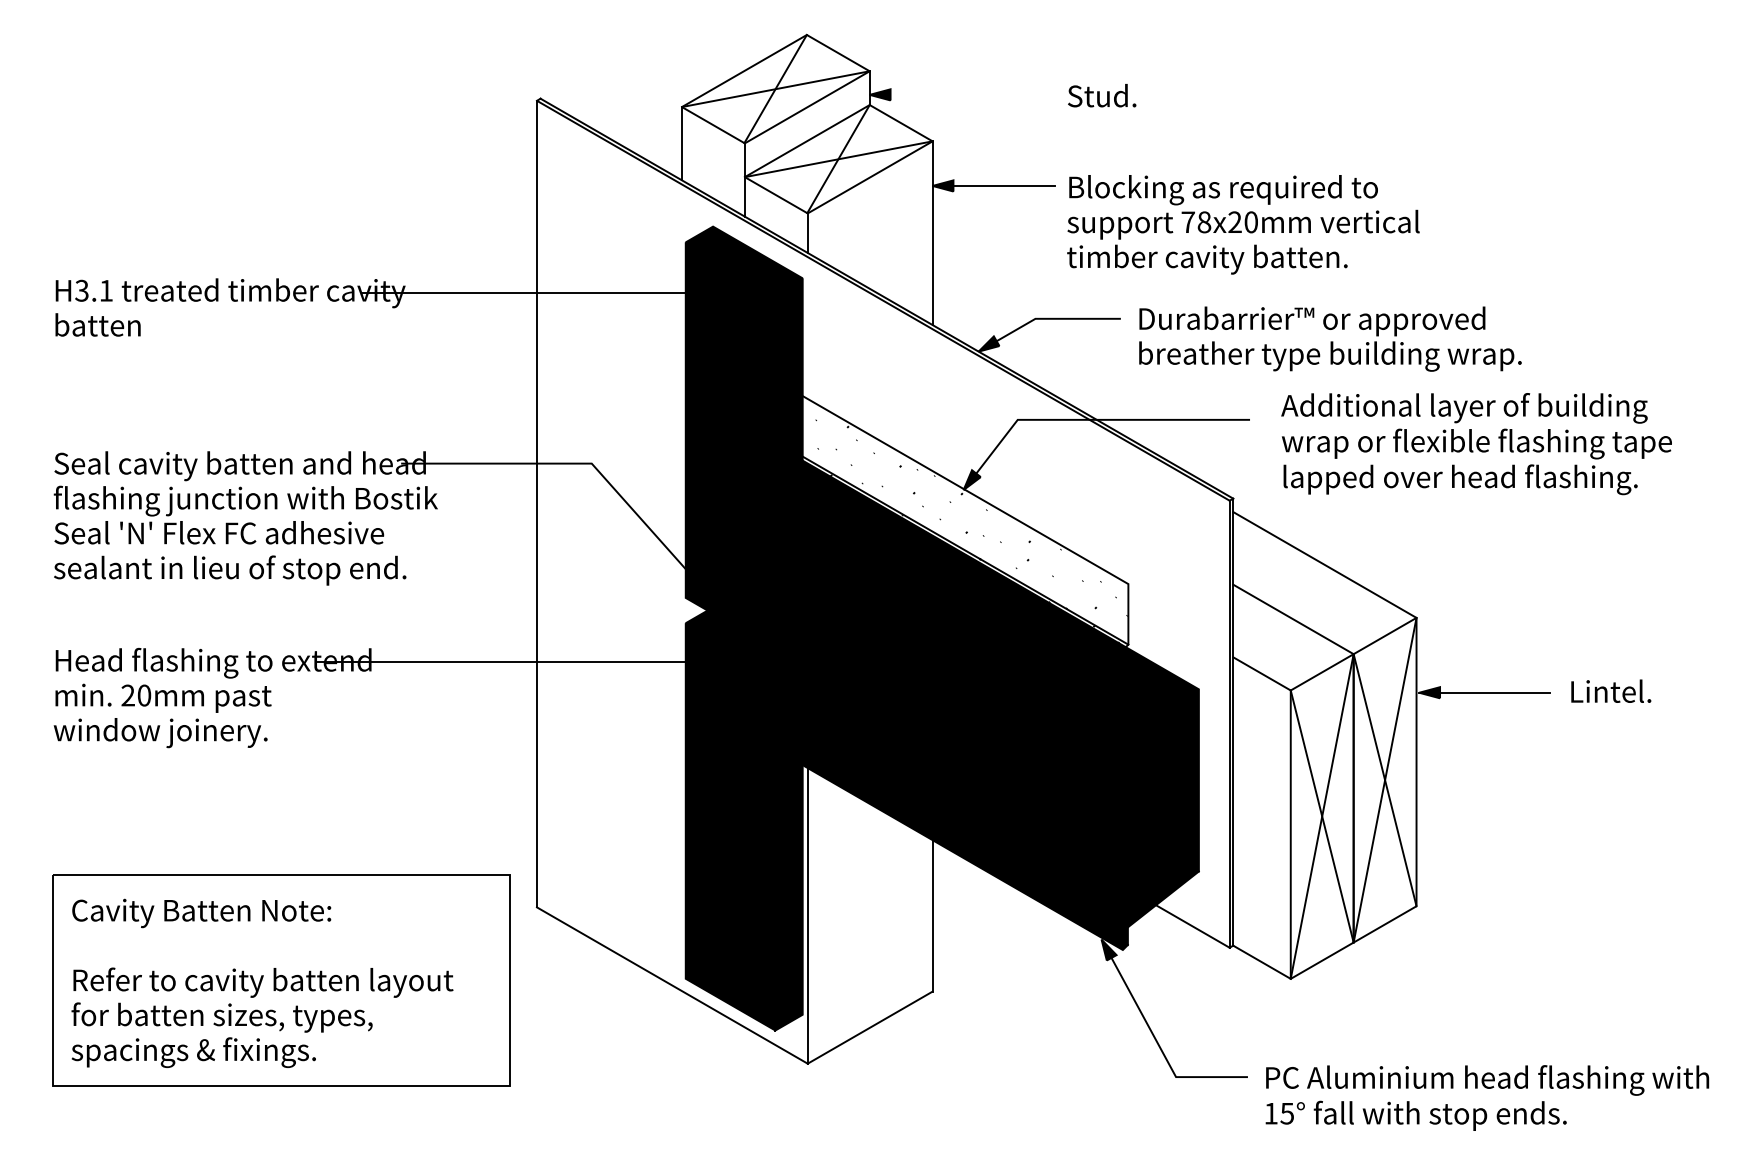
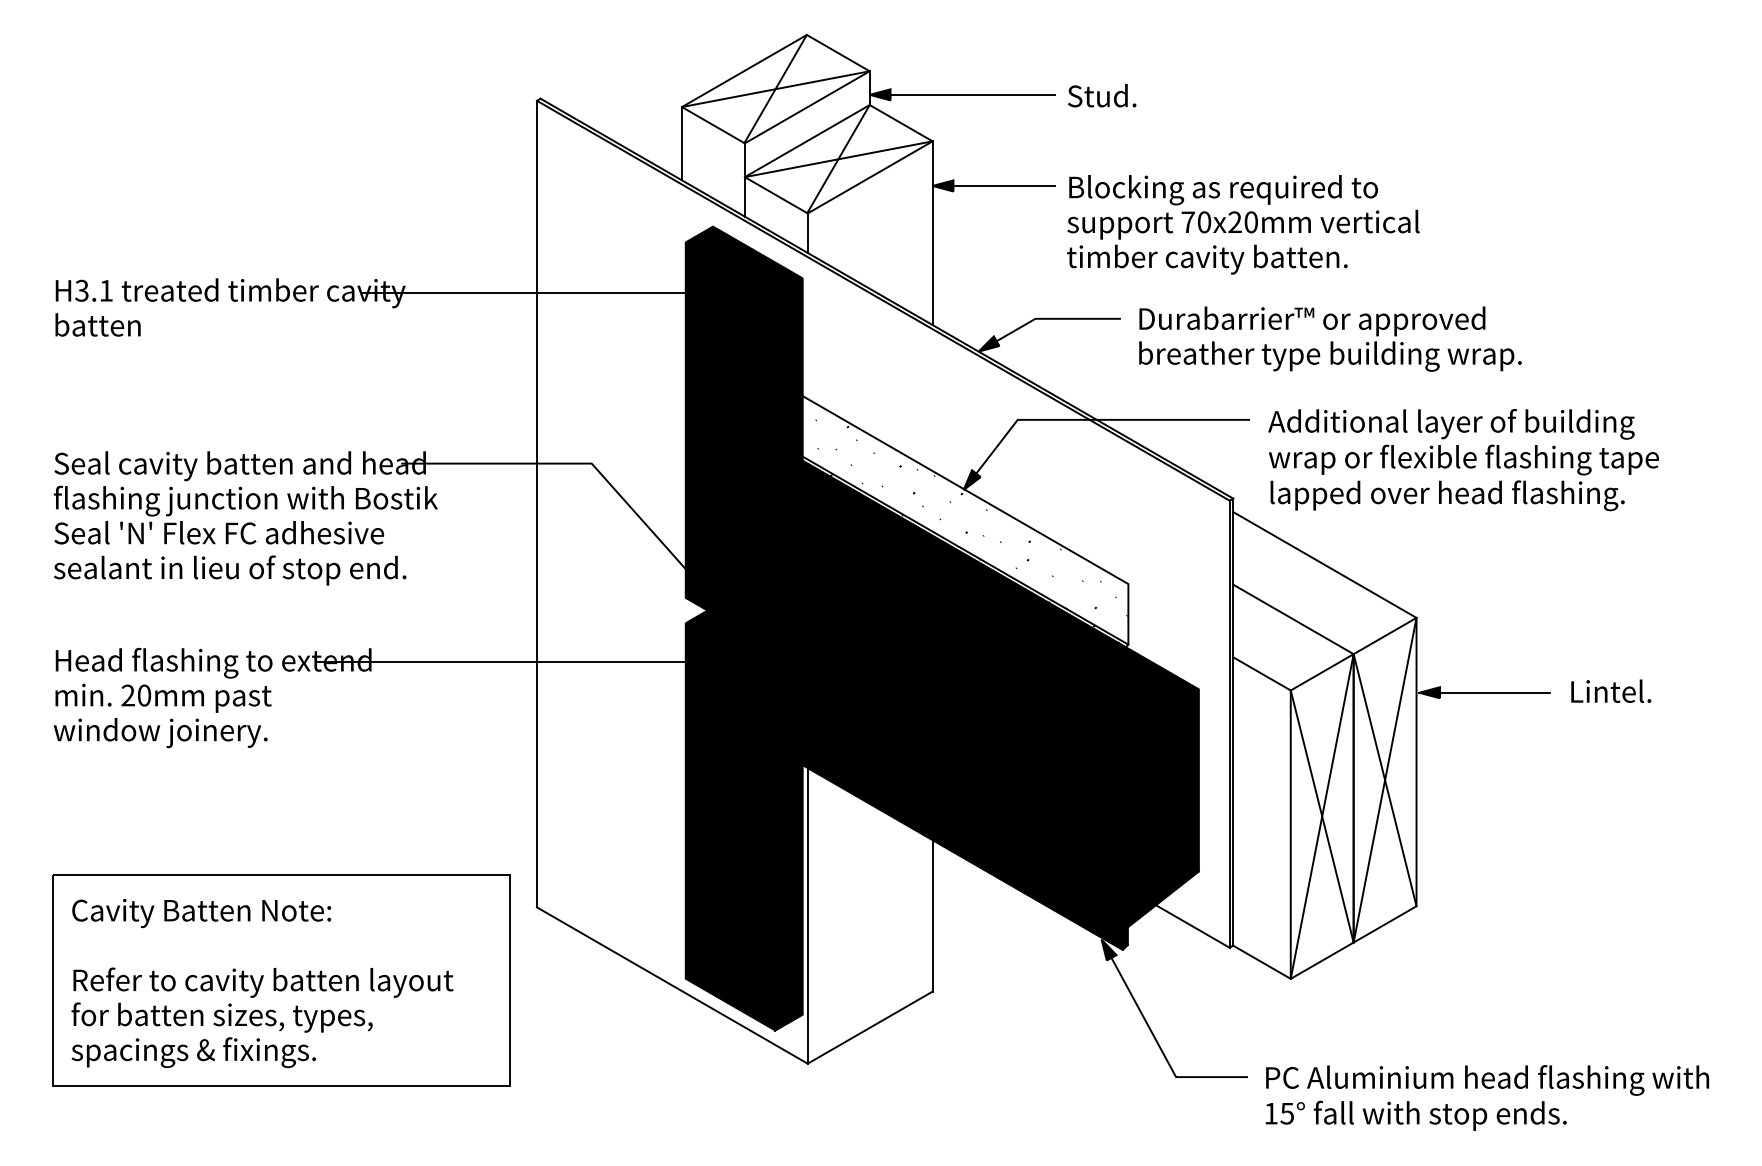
line at (962, 94): none -> present
text at (1204, 222): 78x20mm -> 70x20mm
text at (1476, 444) position: (1476, 444) -> (1463, 460)
